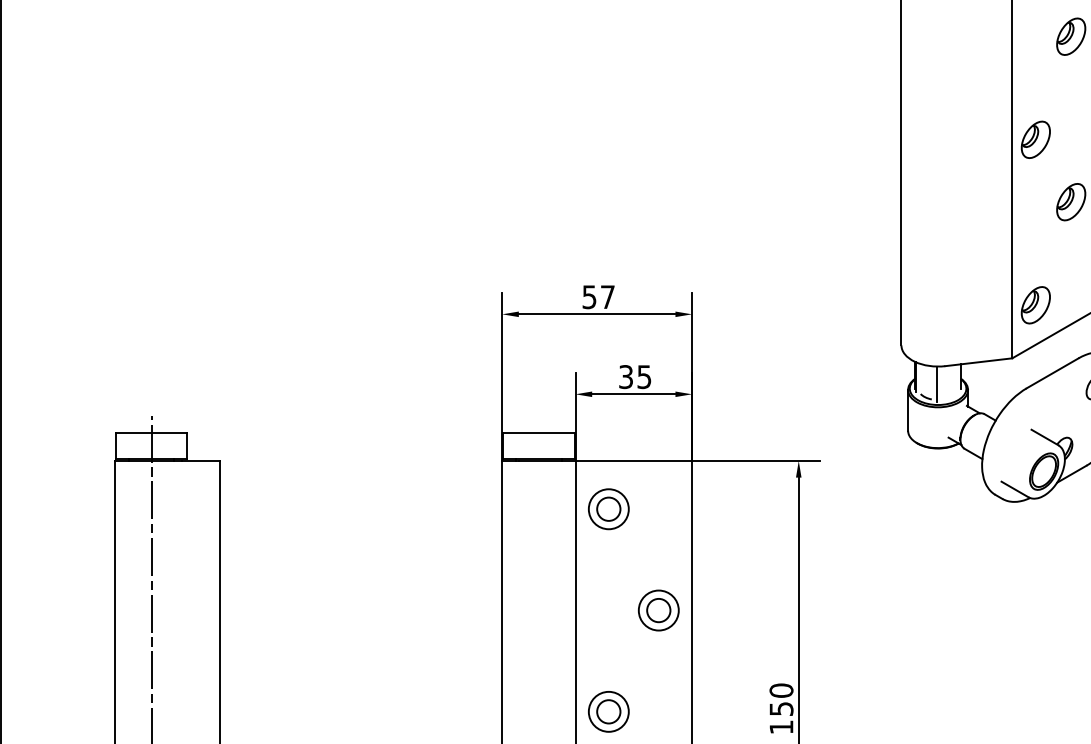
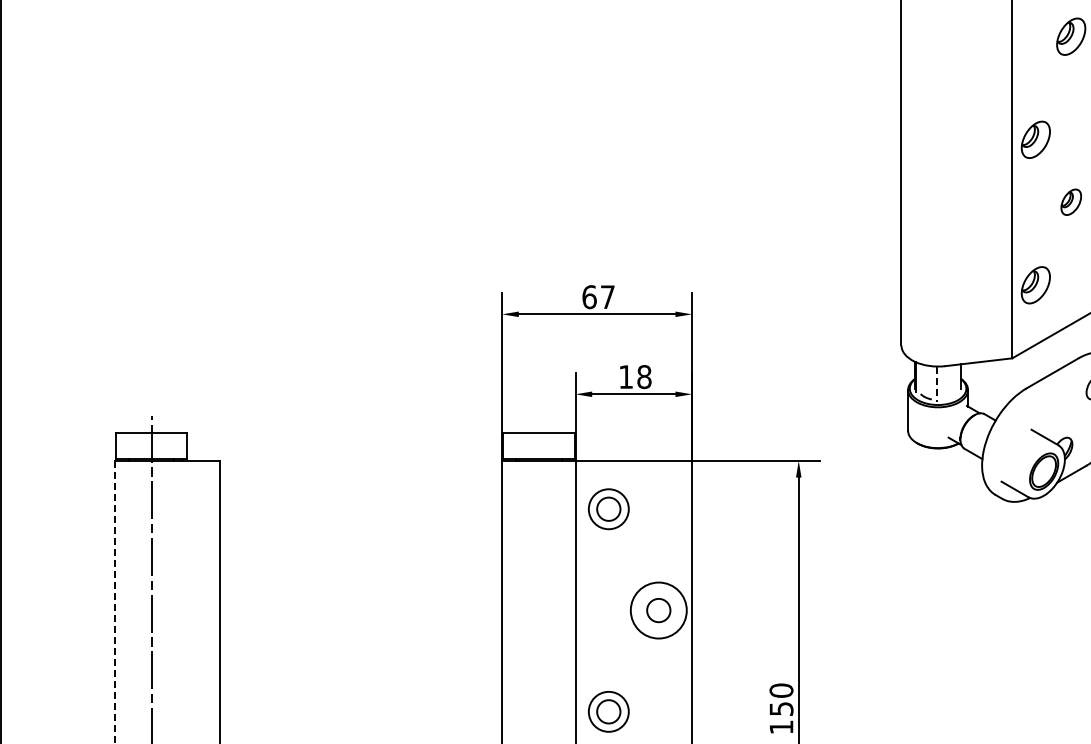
part at (1071, 202) size: 31x39 px -> 23x28 px
text at (589, 297): 57 -> 67
part at (1035, 305) position: (1035, 305) -> (1035, 285)
text at (635, 377): 35 -> 18
line at (936, 384): solid -> dashed
line at (114, 601): solid -> dashed
circle at (658, 610) diameter: 40 px -> 56 px
